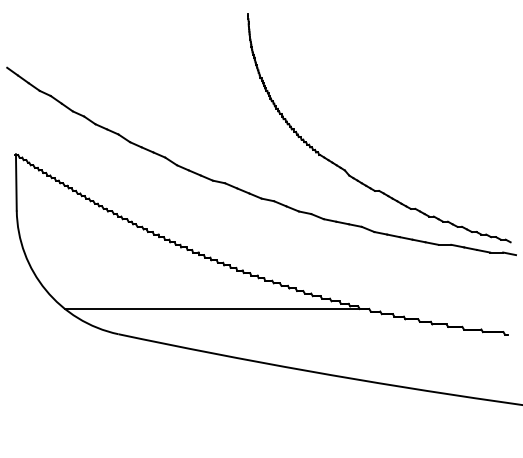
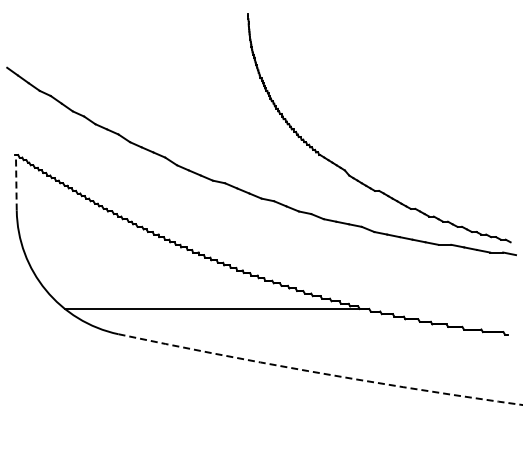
line at (16, 181): solid -> dashed
arc at (320, 373): solid -> dashed
